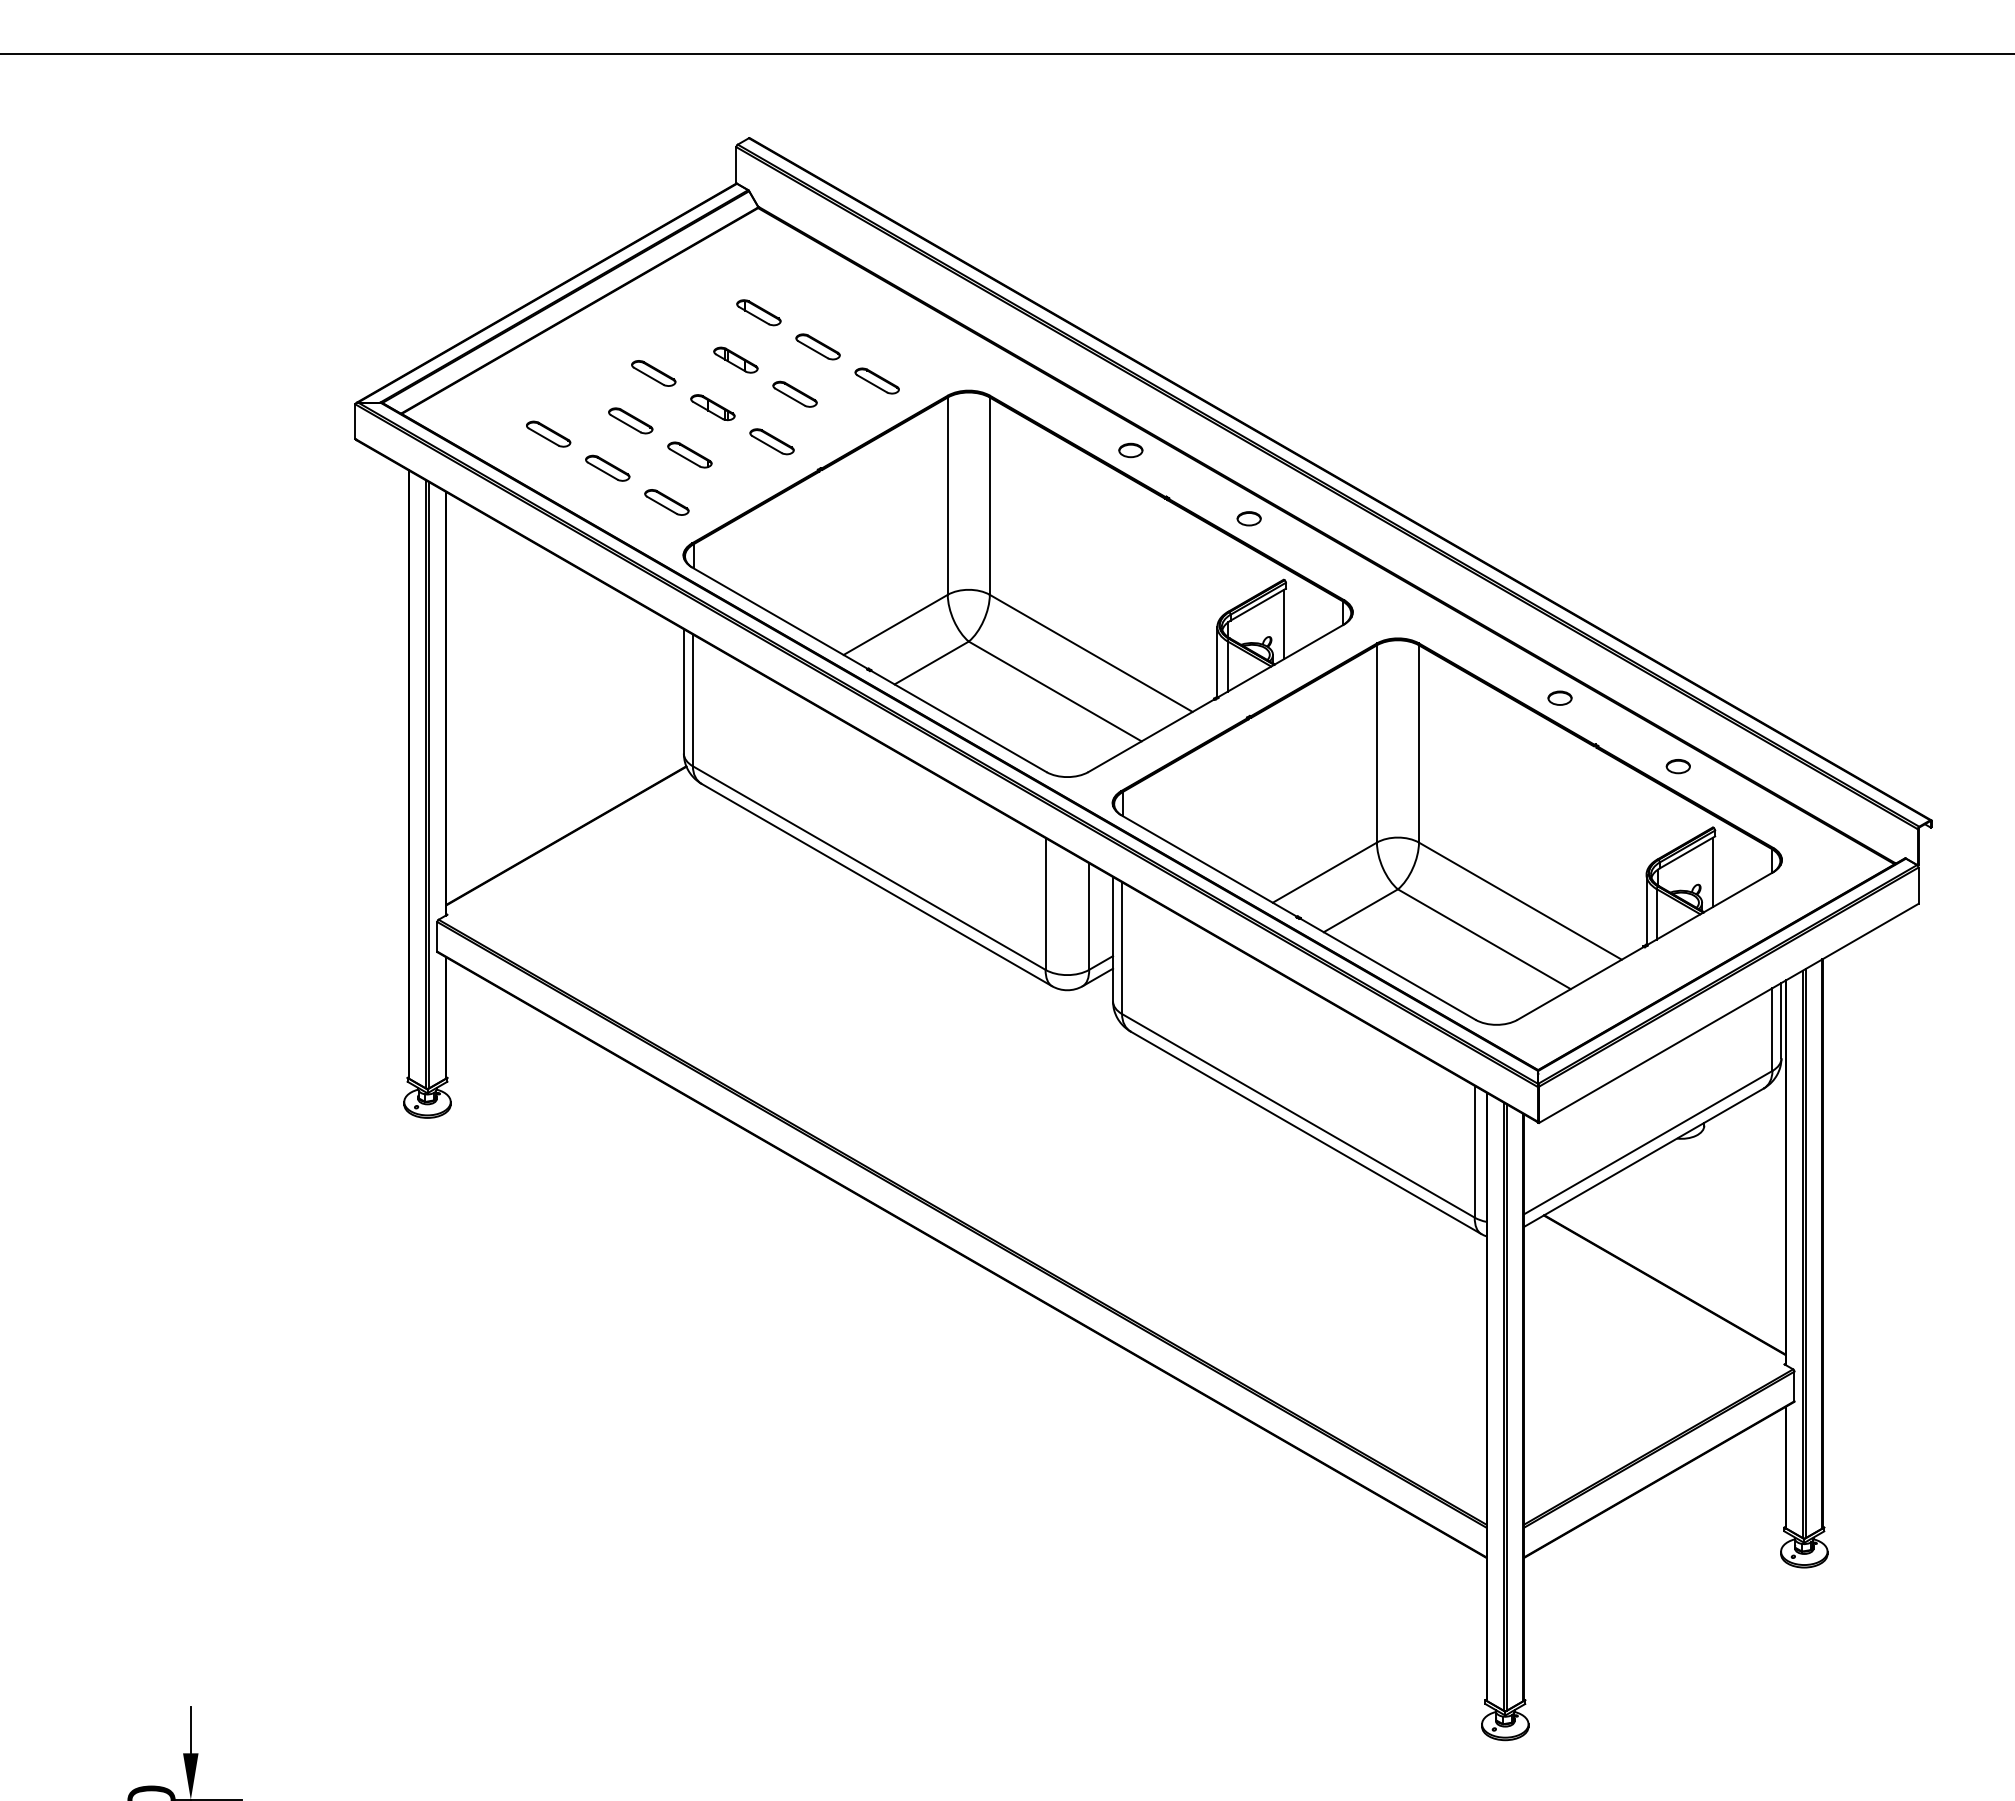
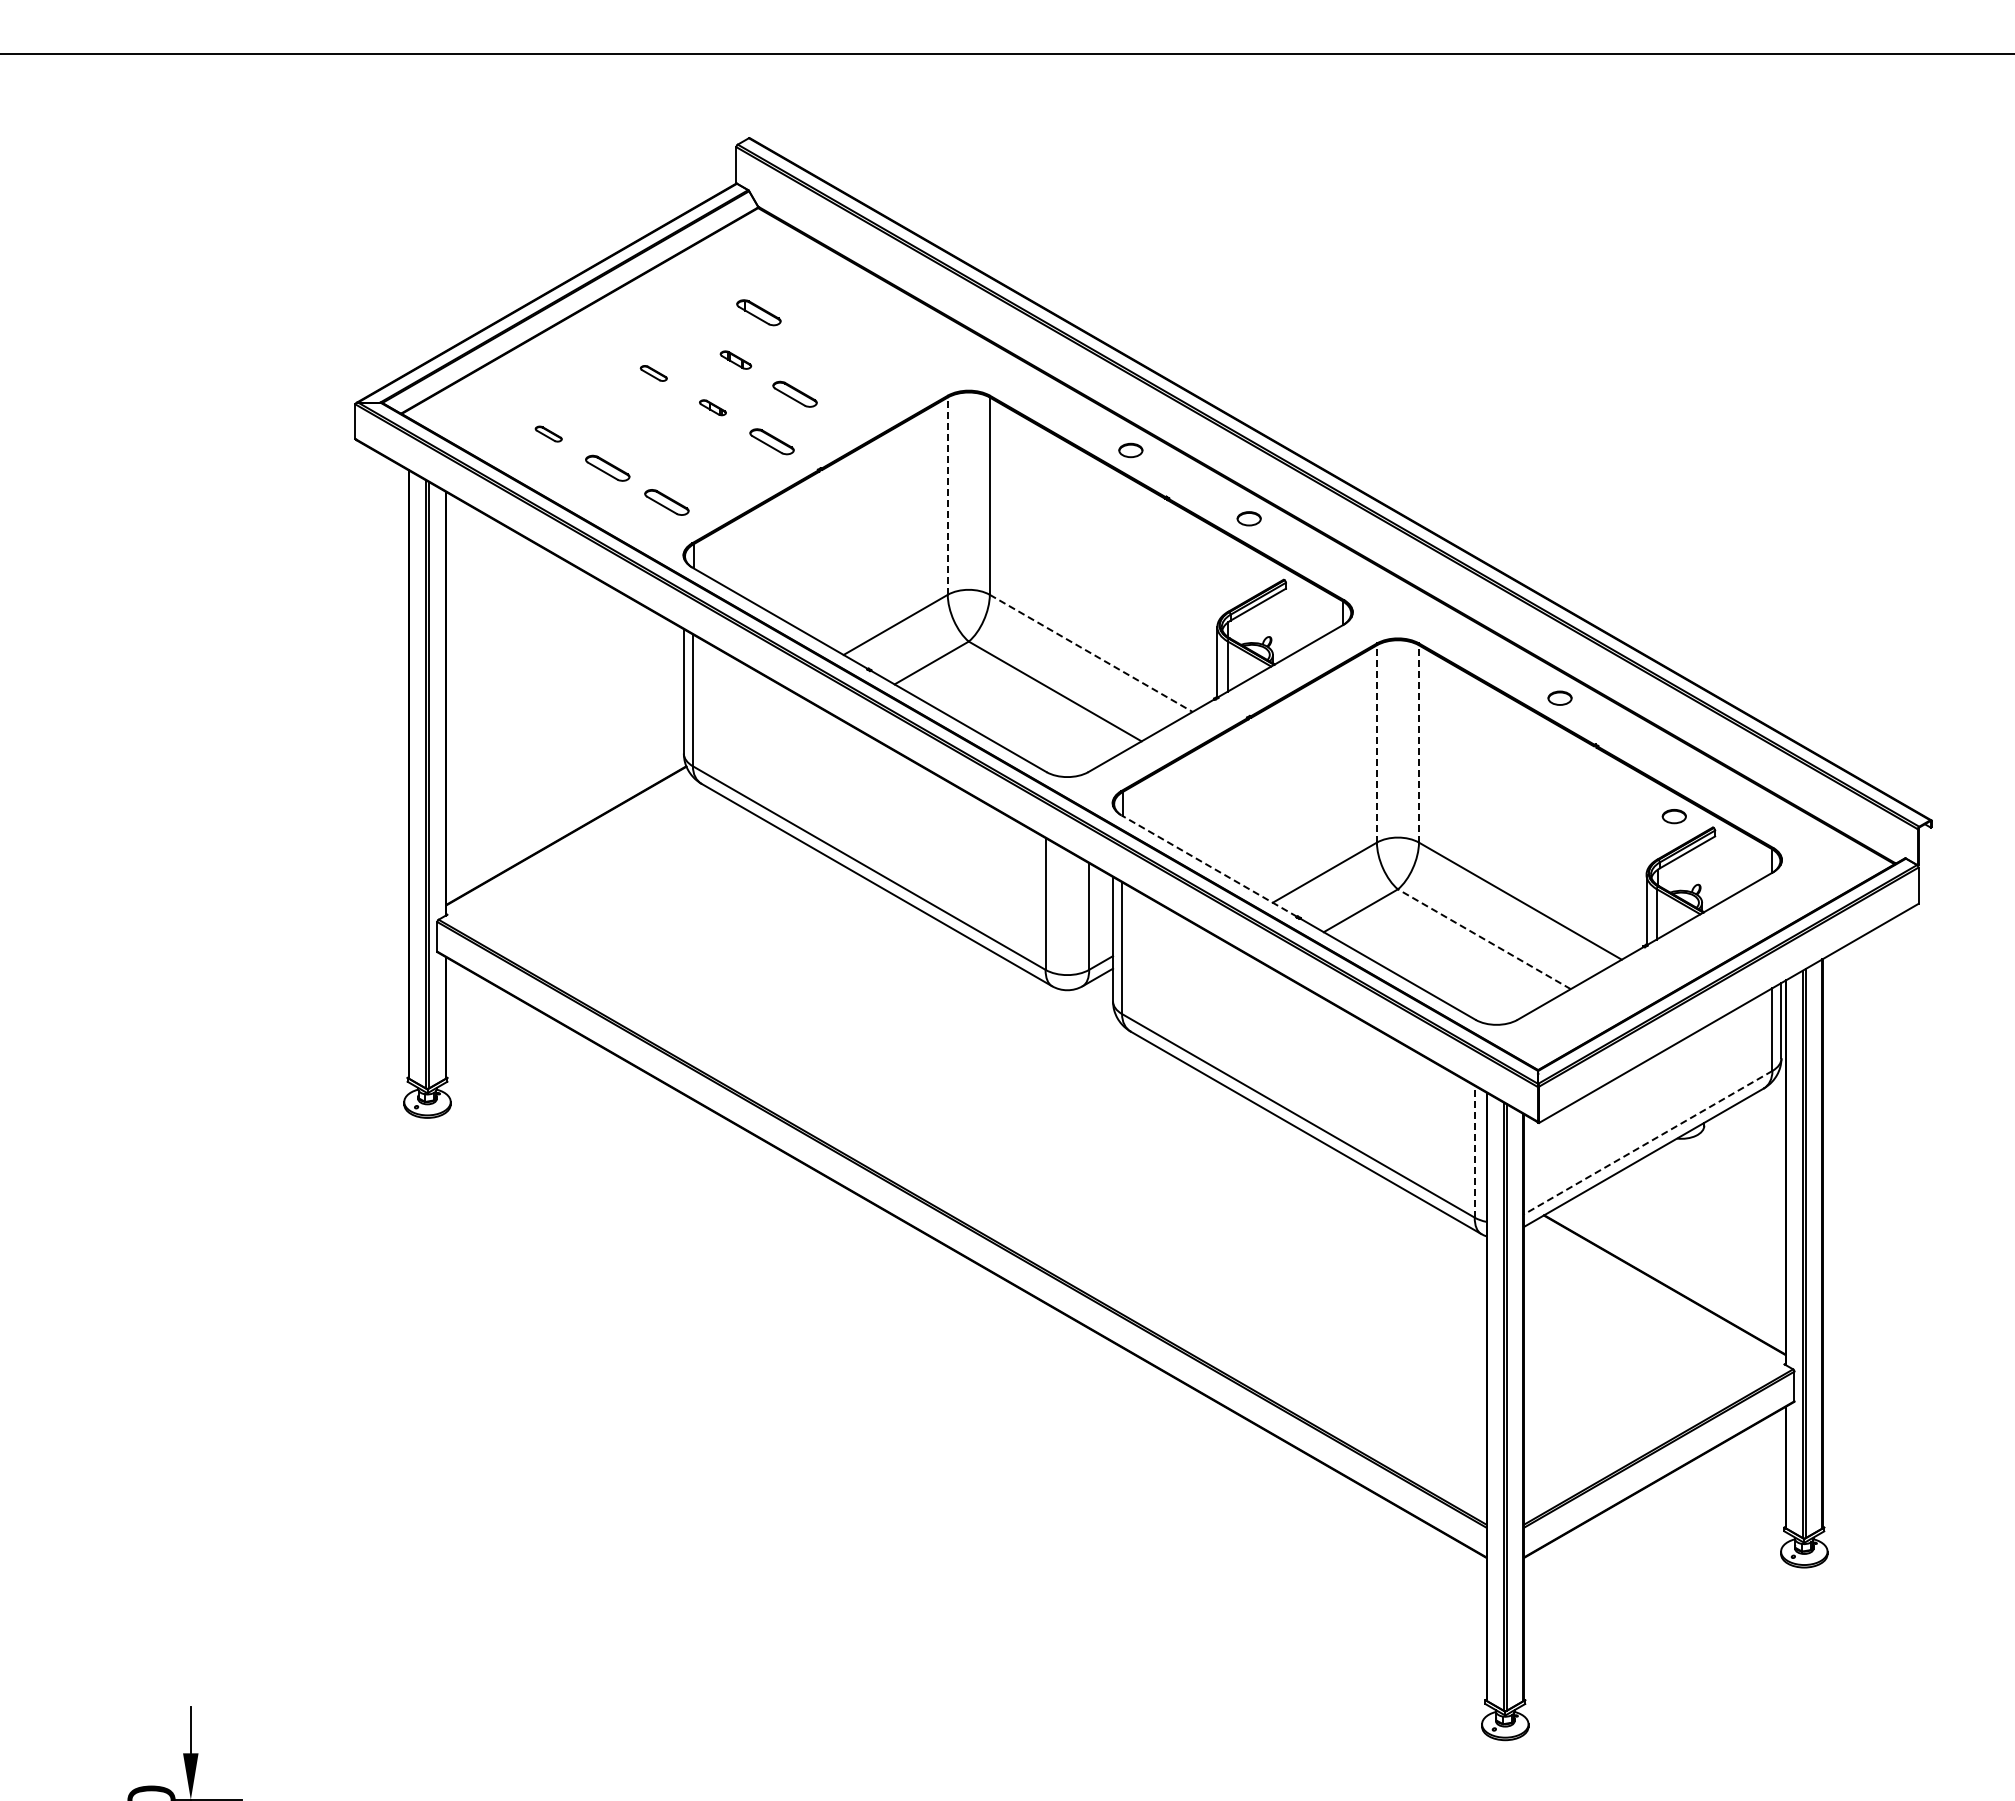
part at (817, 346): present -> none
part at (735, 359) size: 46x28 px -> 34x20 px
part at (653, 373) size: 46x27 px -> 29x17 px
part at (876, 380): present -> none
part at (712, 407) size: 46x28 px -> 28x18 px
part at (630, 420): present -> none
part at (548, 433) size: 46x28 px -> 29x18 px
part at (689, 454): present -> none
line at (947, 496): solid -> dashed
line at (1283, 624): present -> none
line at (1091, 653): solid -> dashed
line at (1376, 743): solid -> dashed
line at (1418, 743): solid -> dashed
part at (1677, 766) position: (1677, 766) -> (1673, 816)
line at (1208, 865): solid -> dashed
line at (1712, 872): present -> none
line at (1484, 939): solid -> dashed
line at (1647, 1142): solid -> dashed
line at (1474, 1151): solid -> dashed
